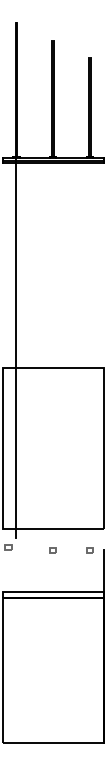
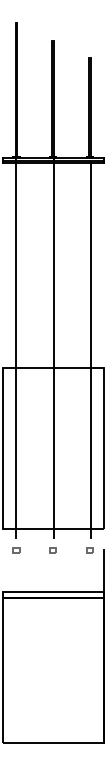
line at (53, 348): none -> present
line at (90, 350): none -> present
part at (8, 547) position: (8, 547) -> (16, 550)
